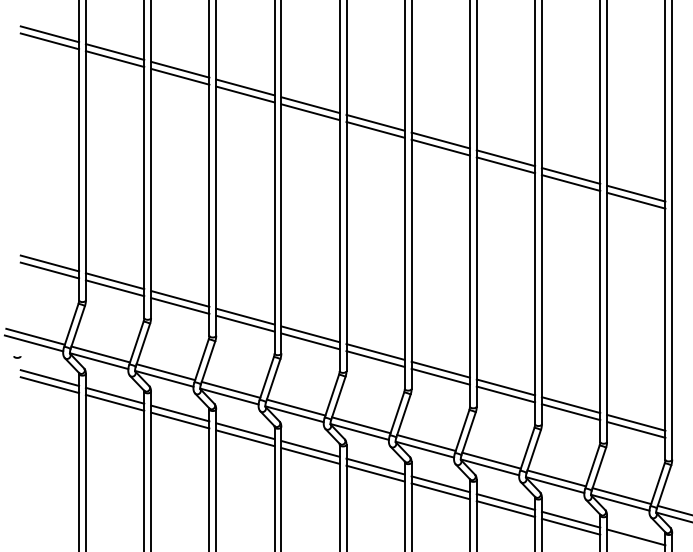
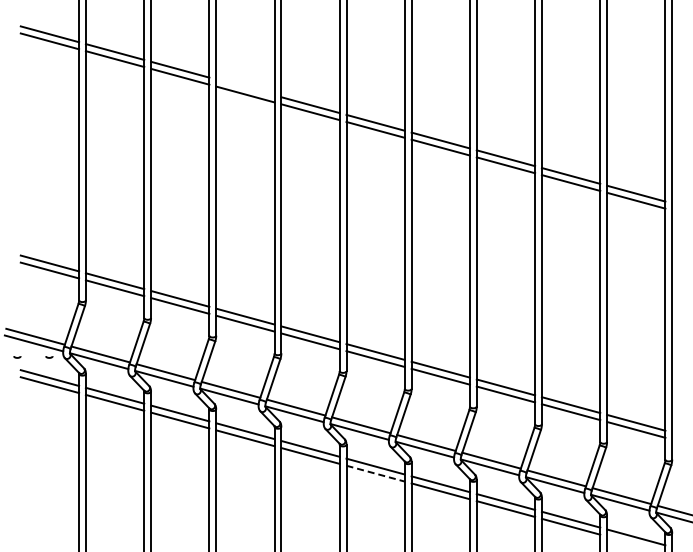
line at (245, 87): present -> none
curve at (49, 357): none -> present
line at (376, 473): solid -> dashed
